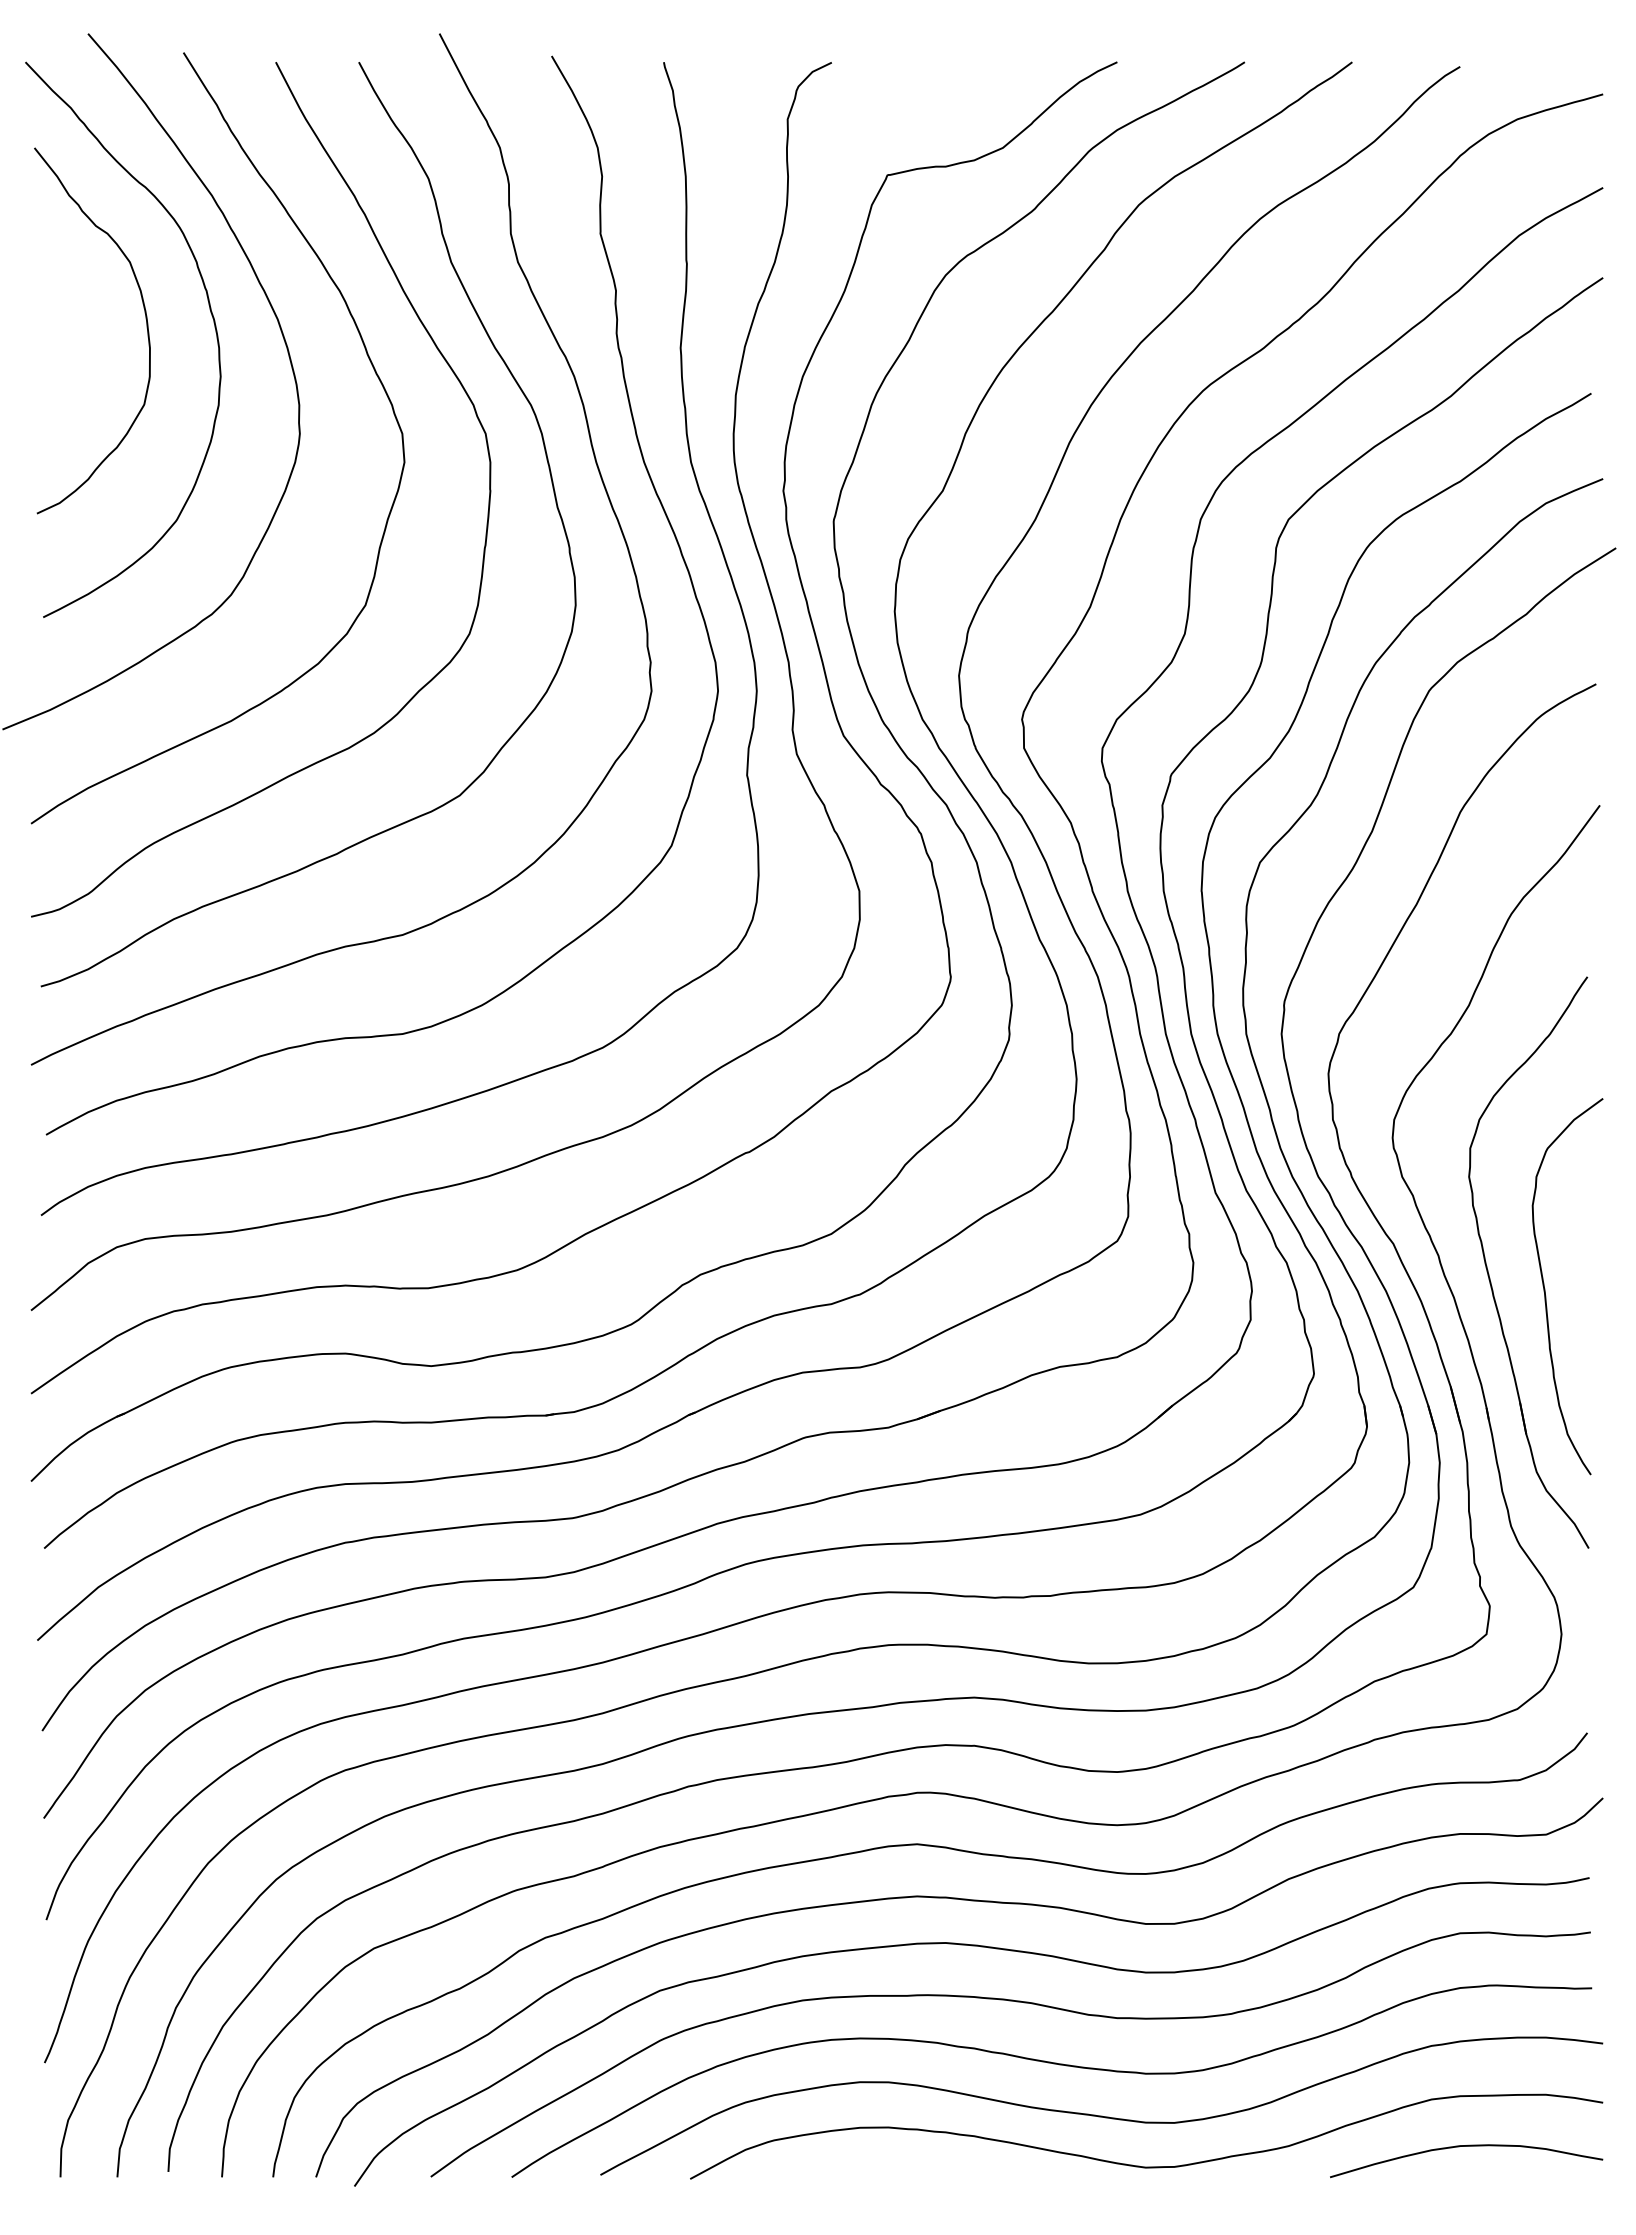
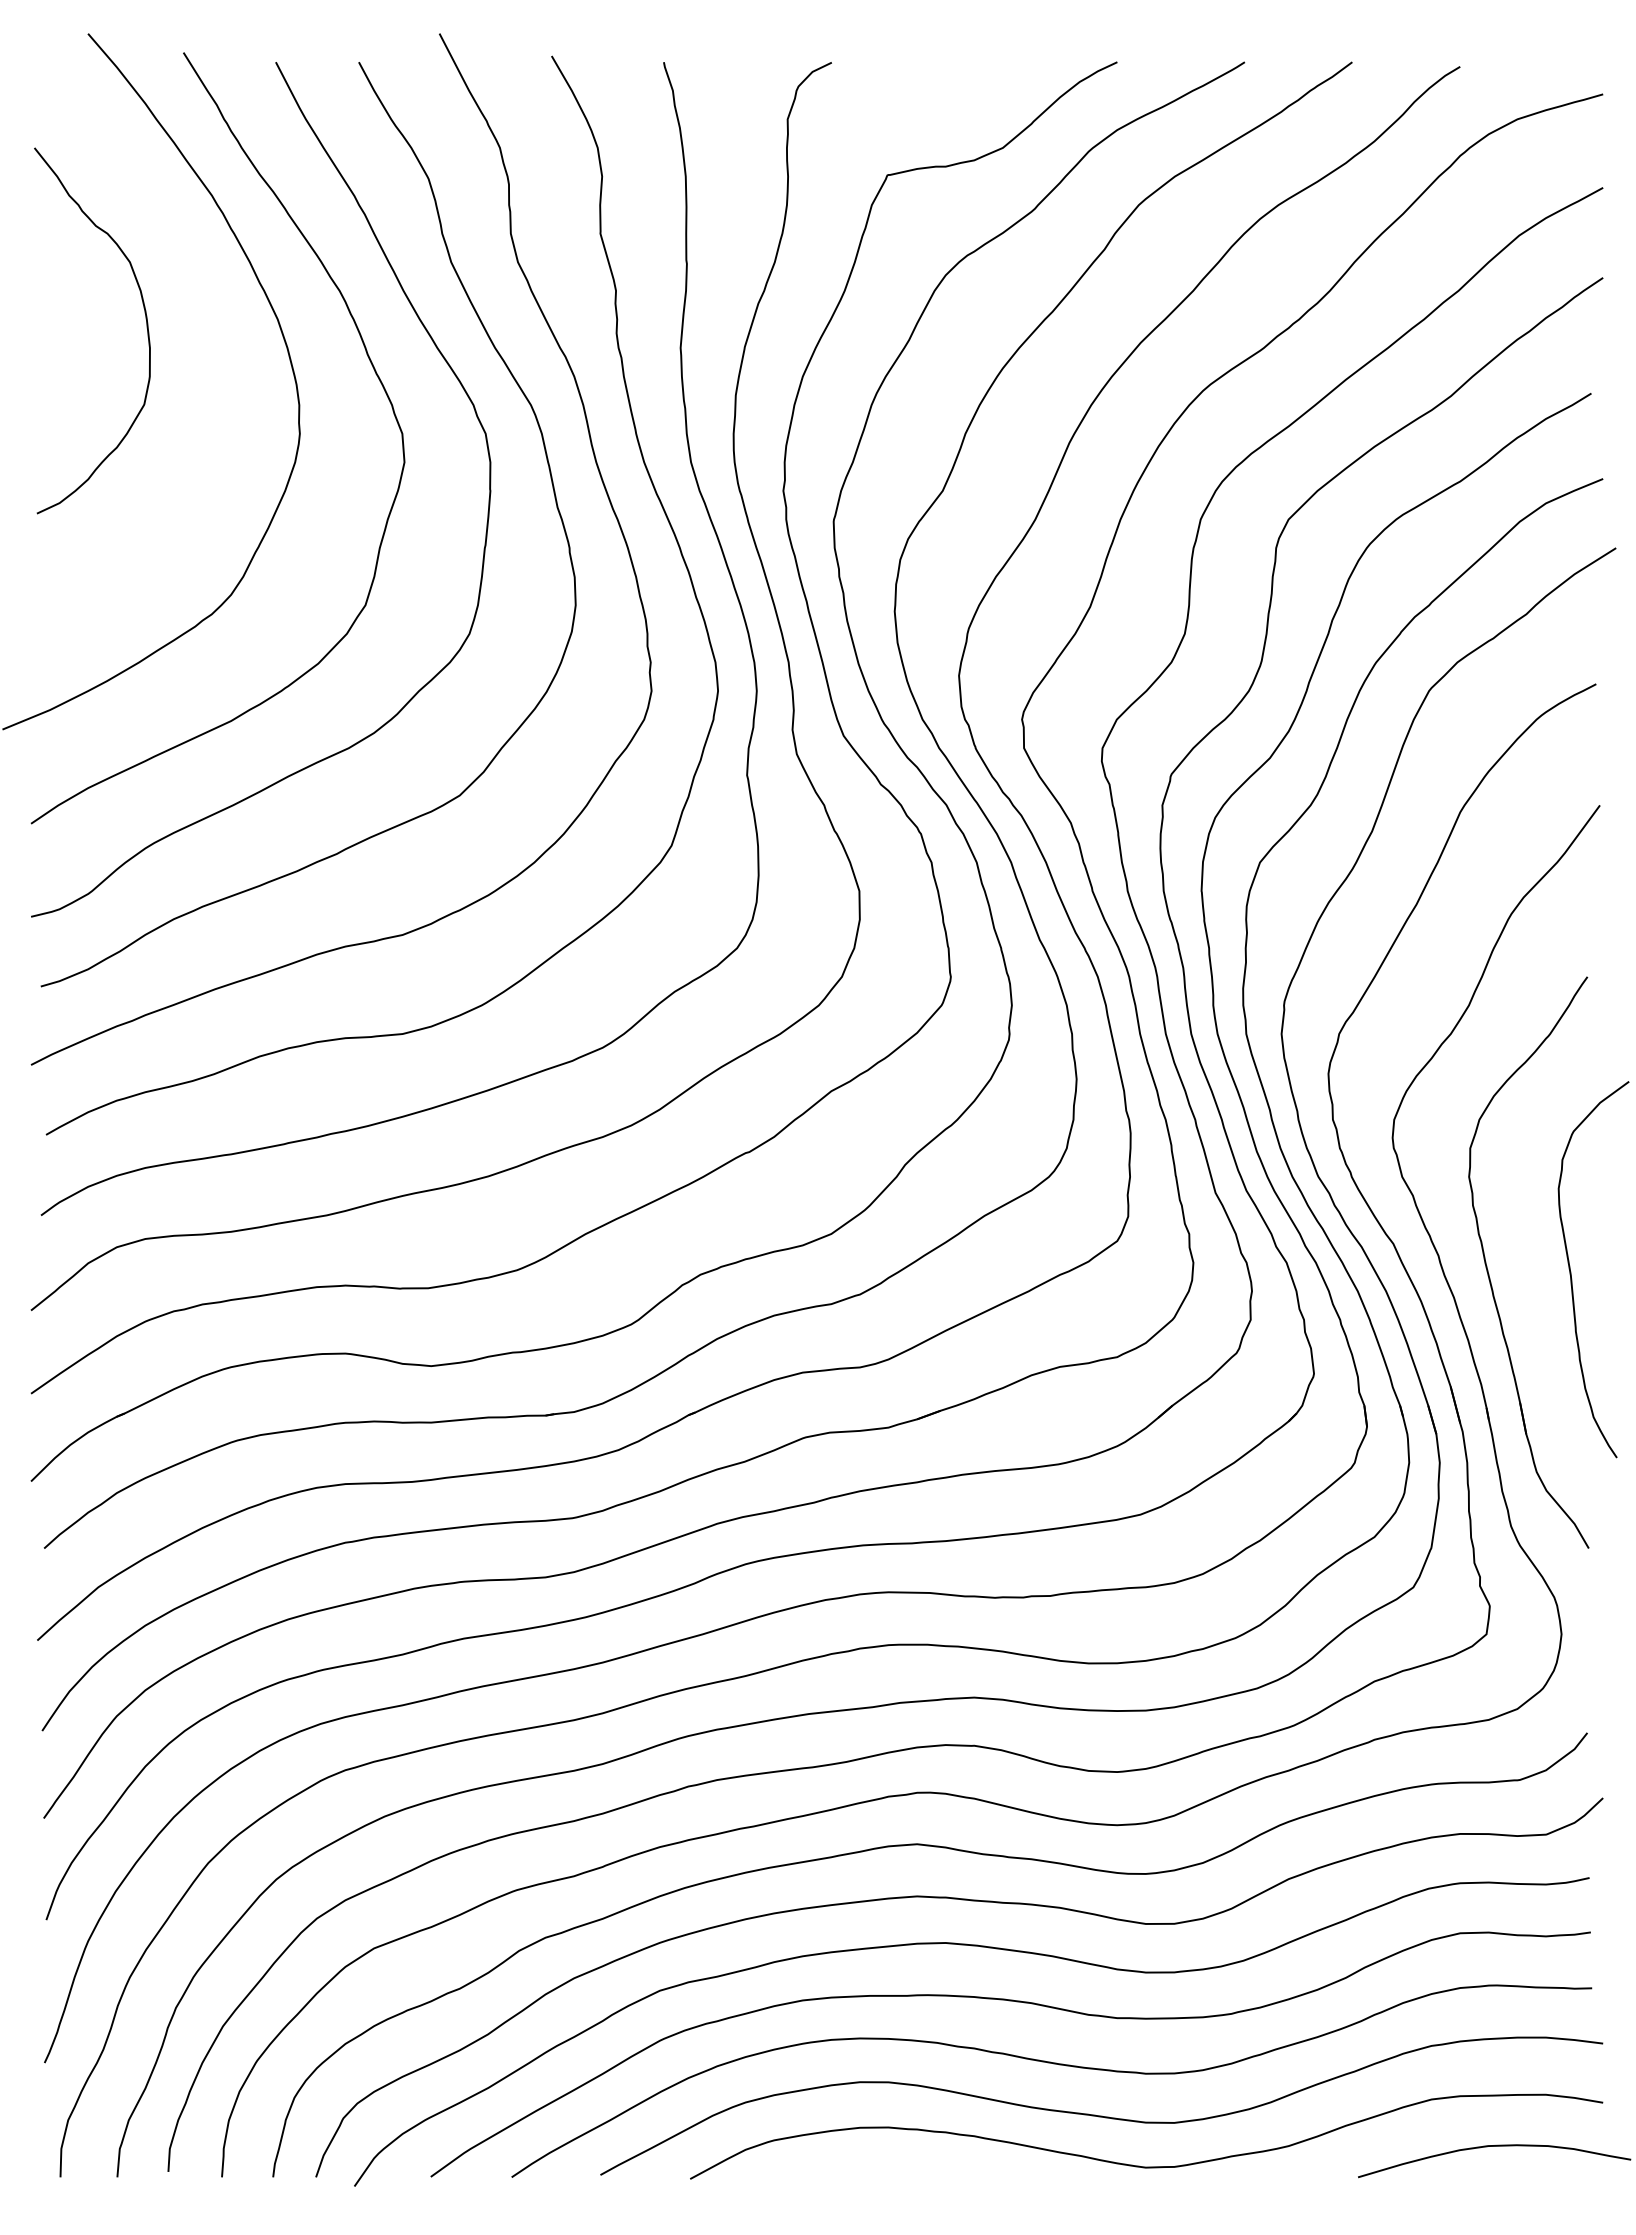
curve at (210, 313): present -> none
curve at (1545, 1288) position: (1545, 1288) -> (1571, 1271)
curve at (1466, 2146) position: (1466, 2146) -> (1494, 2146)
